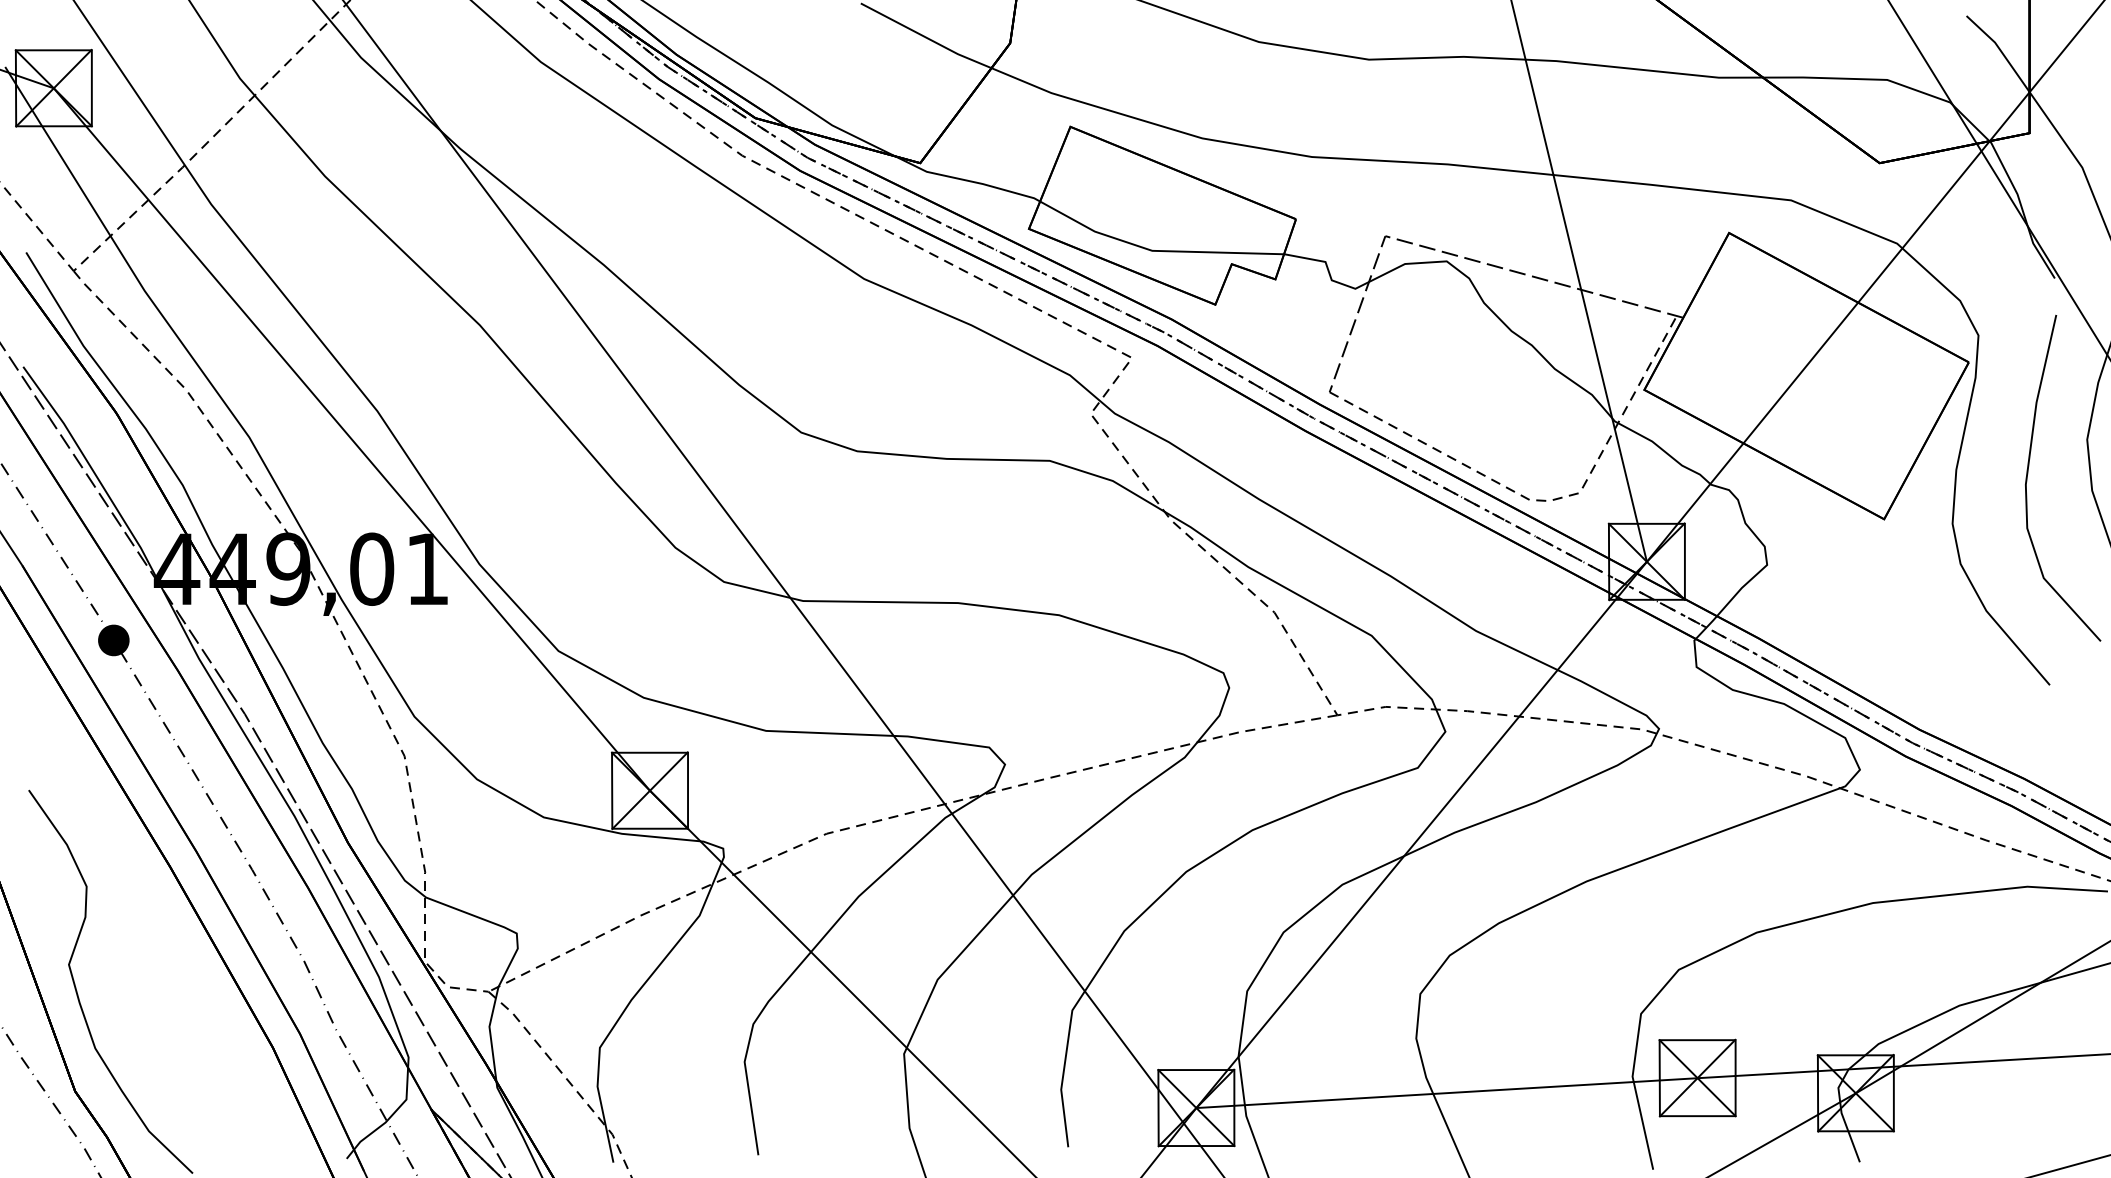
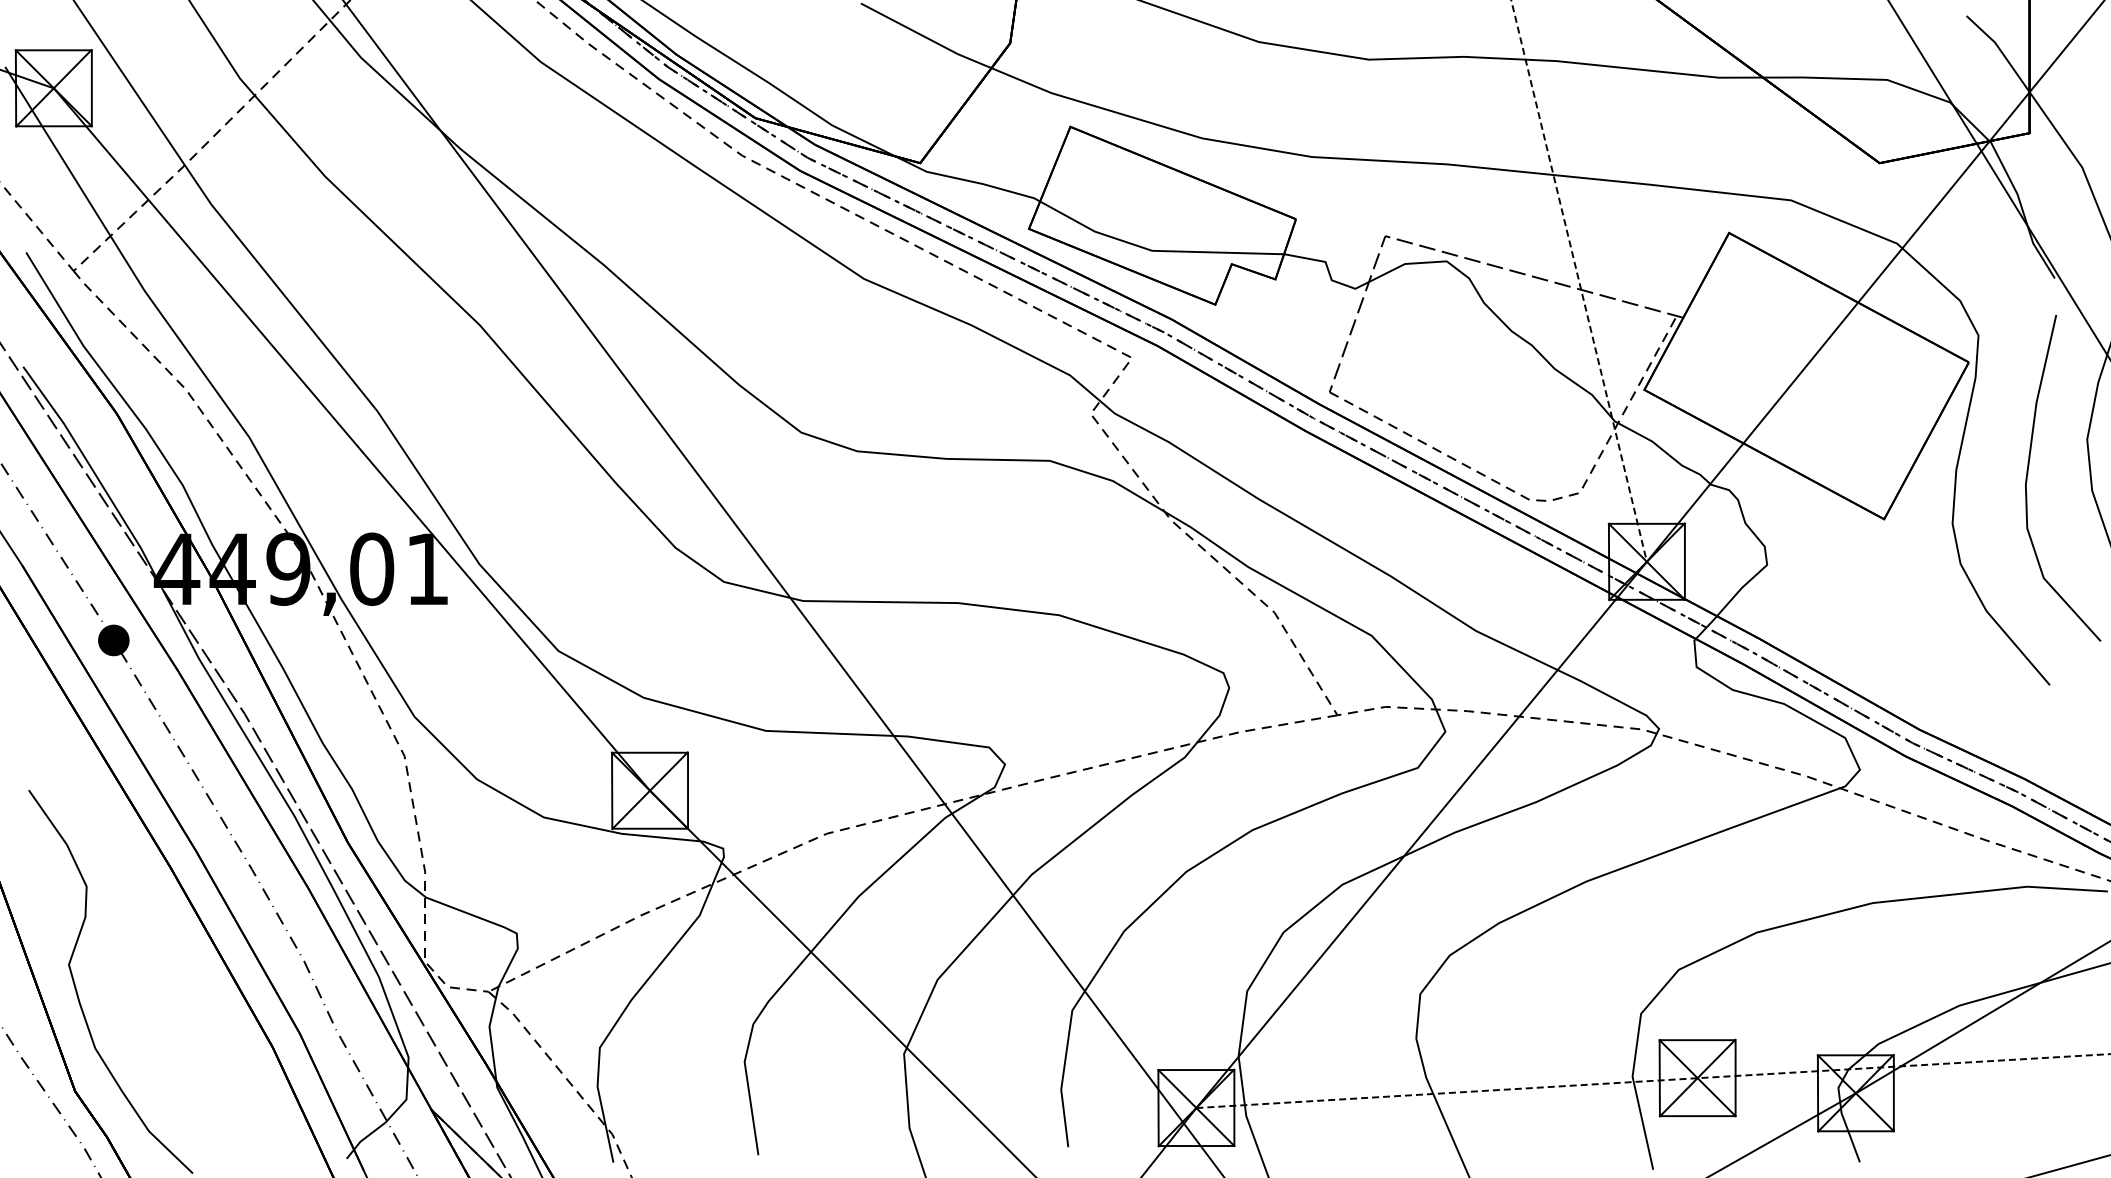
line at (1579, 281): solid -> dashed
line at (1653, 1080): solid -> dashed
